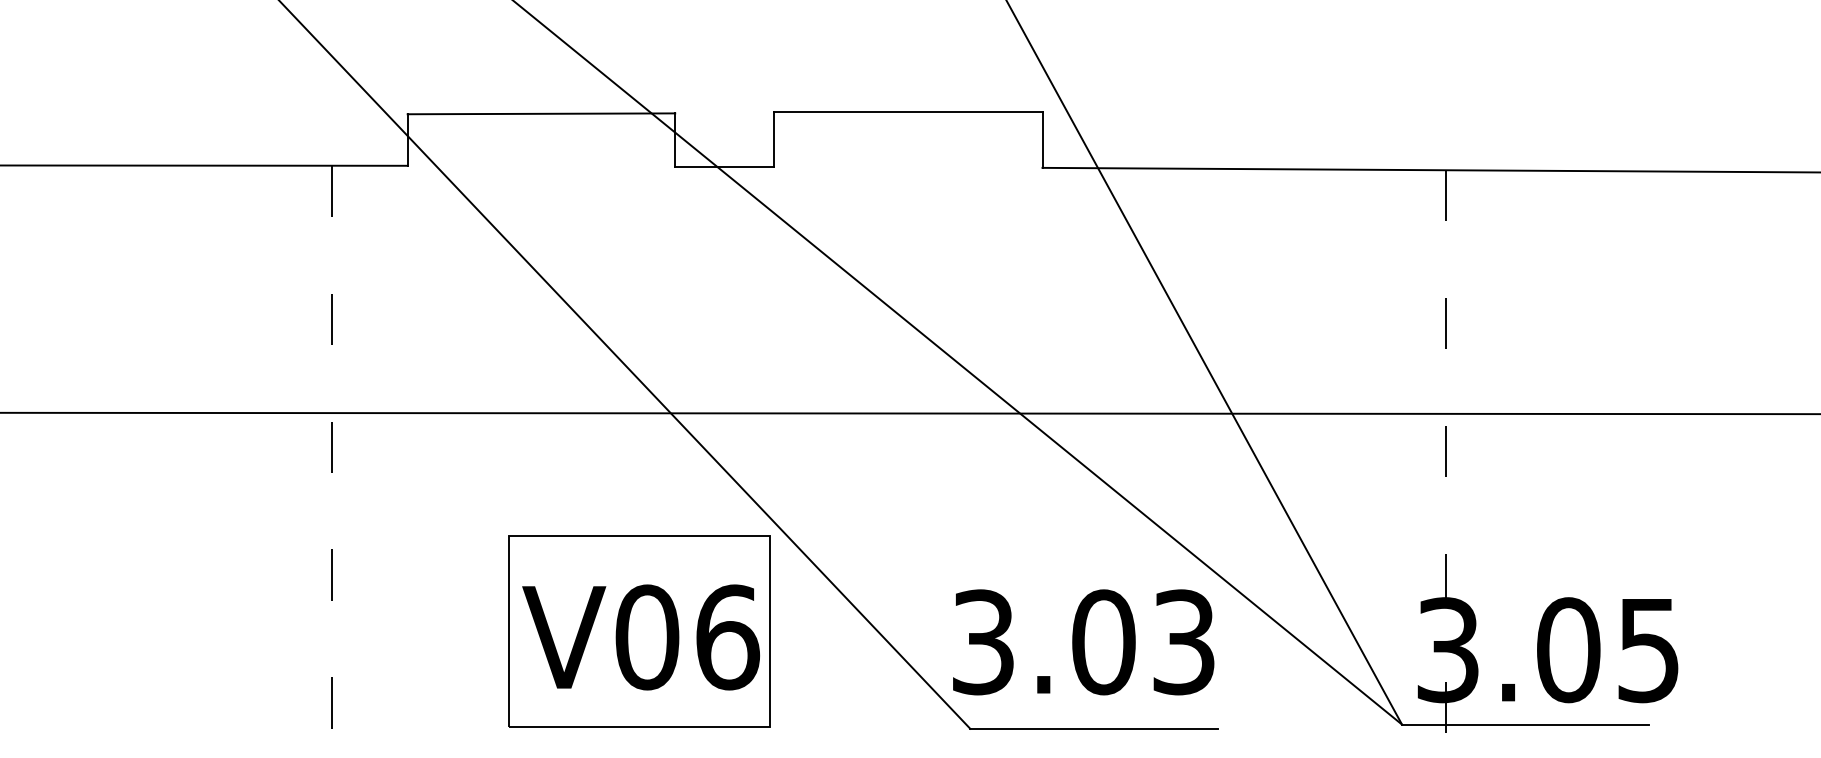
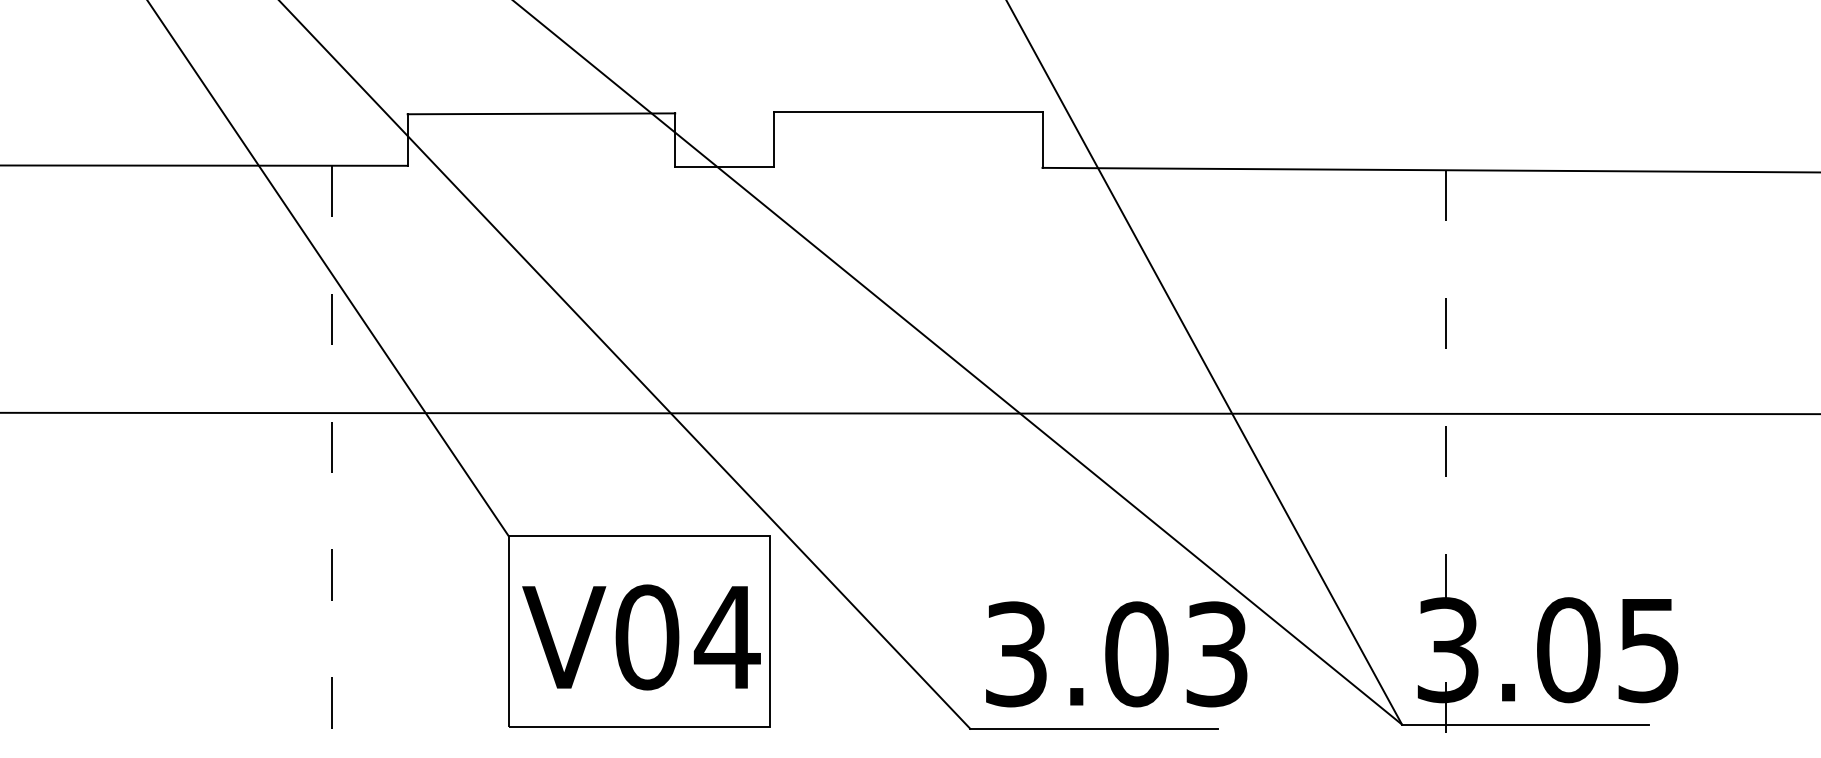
line at (328, 268): none -> present
text at (726, 637): V06 -> V04
text at (1083, 642) position: (1083, 642) -> (1116, 654)
